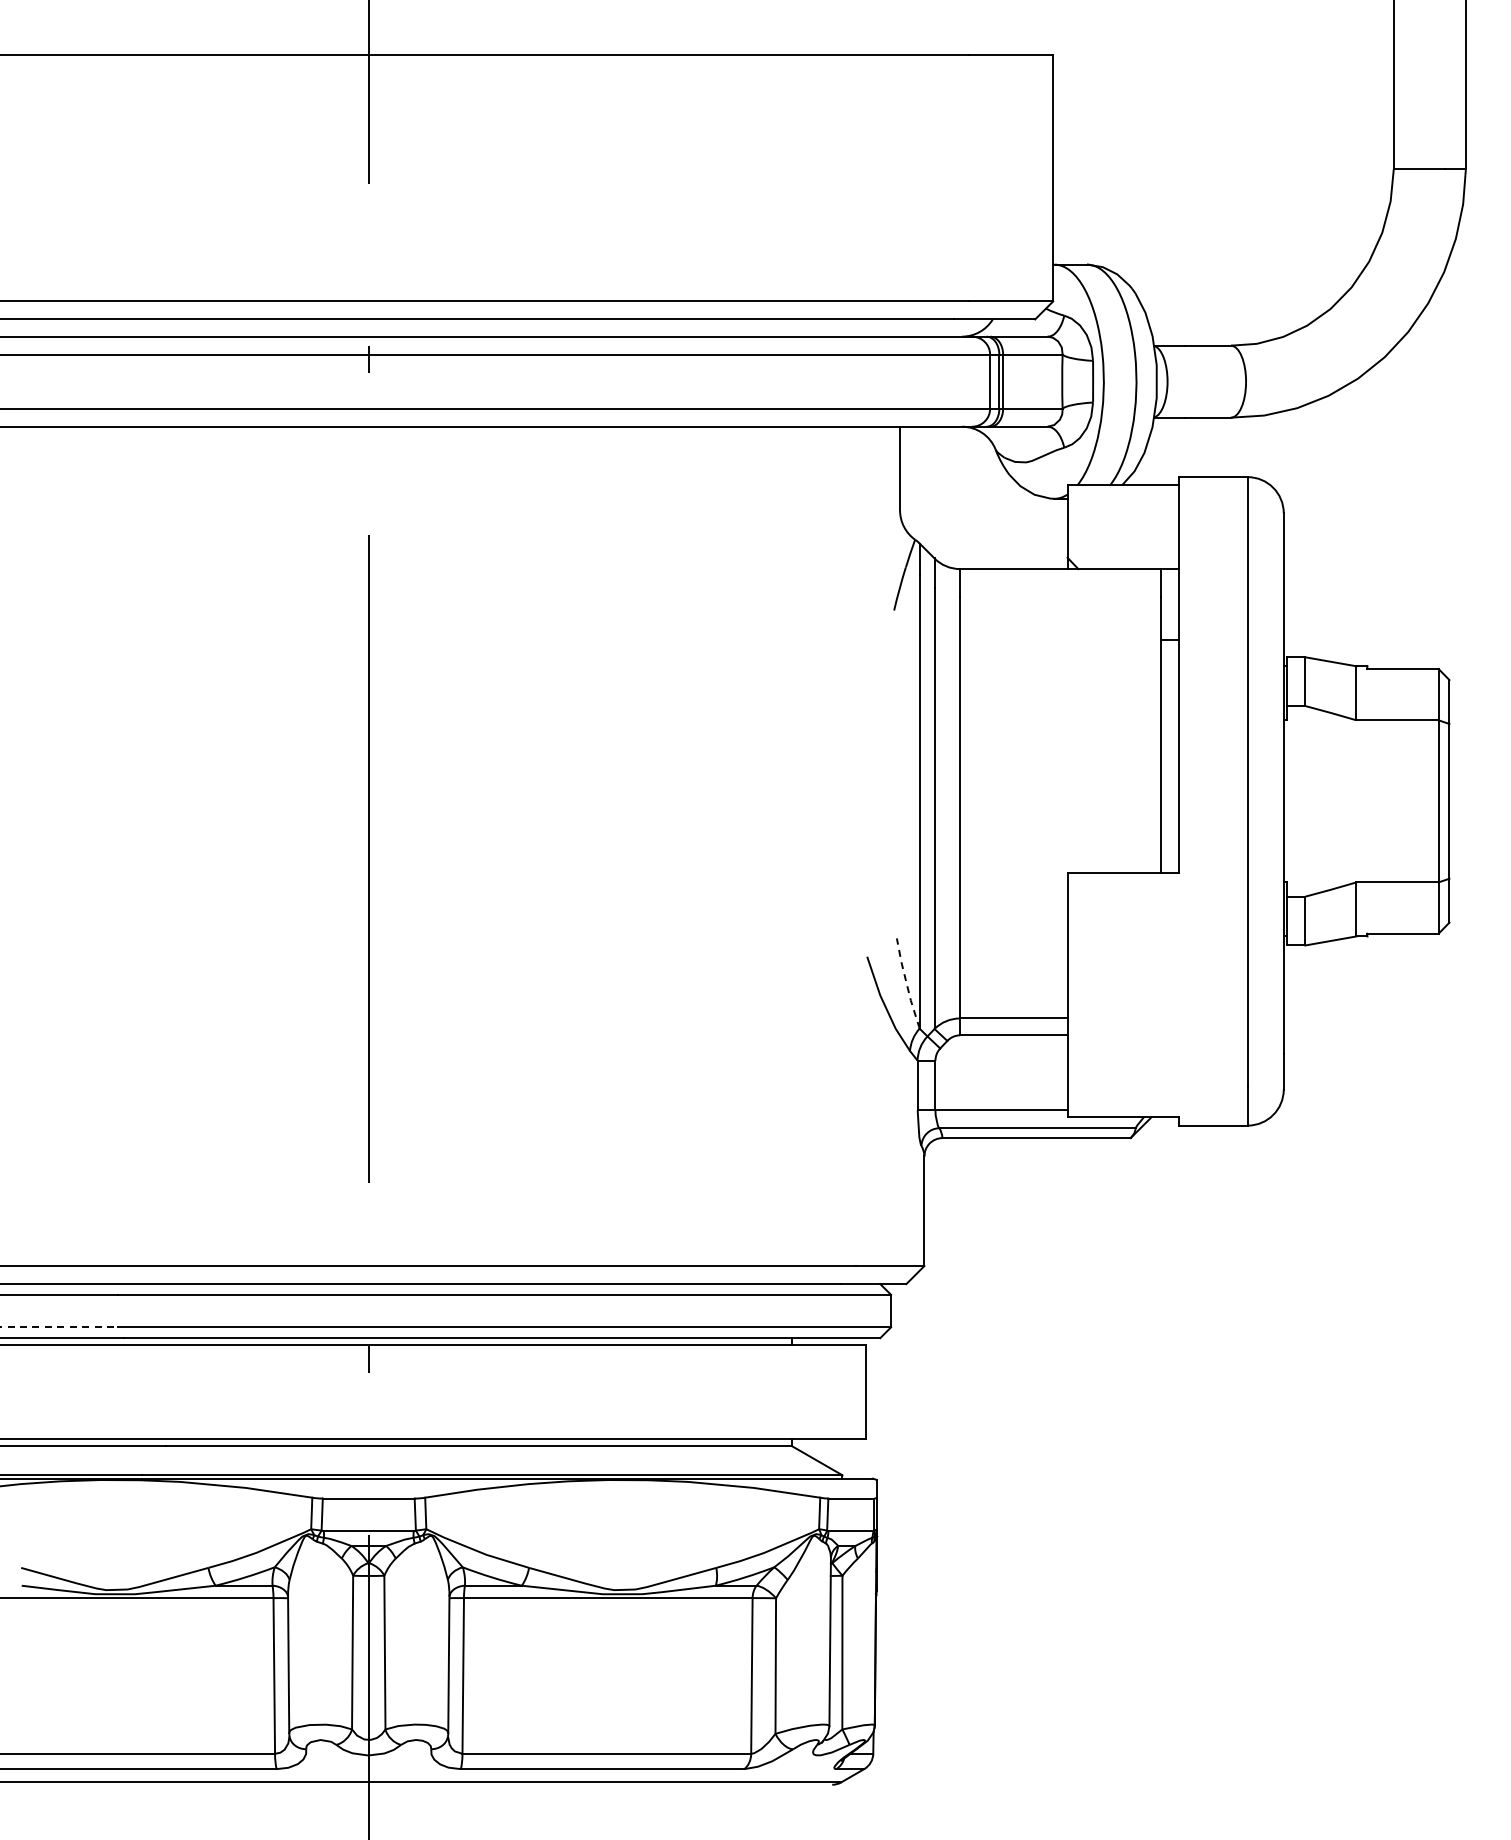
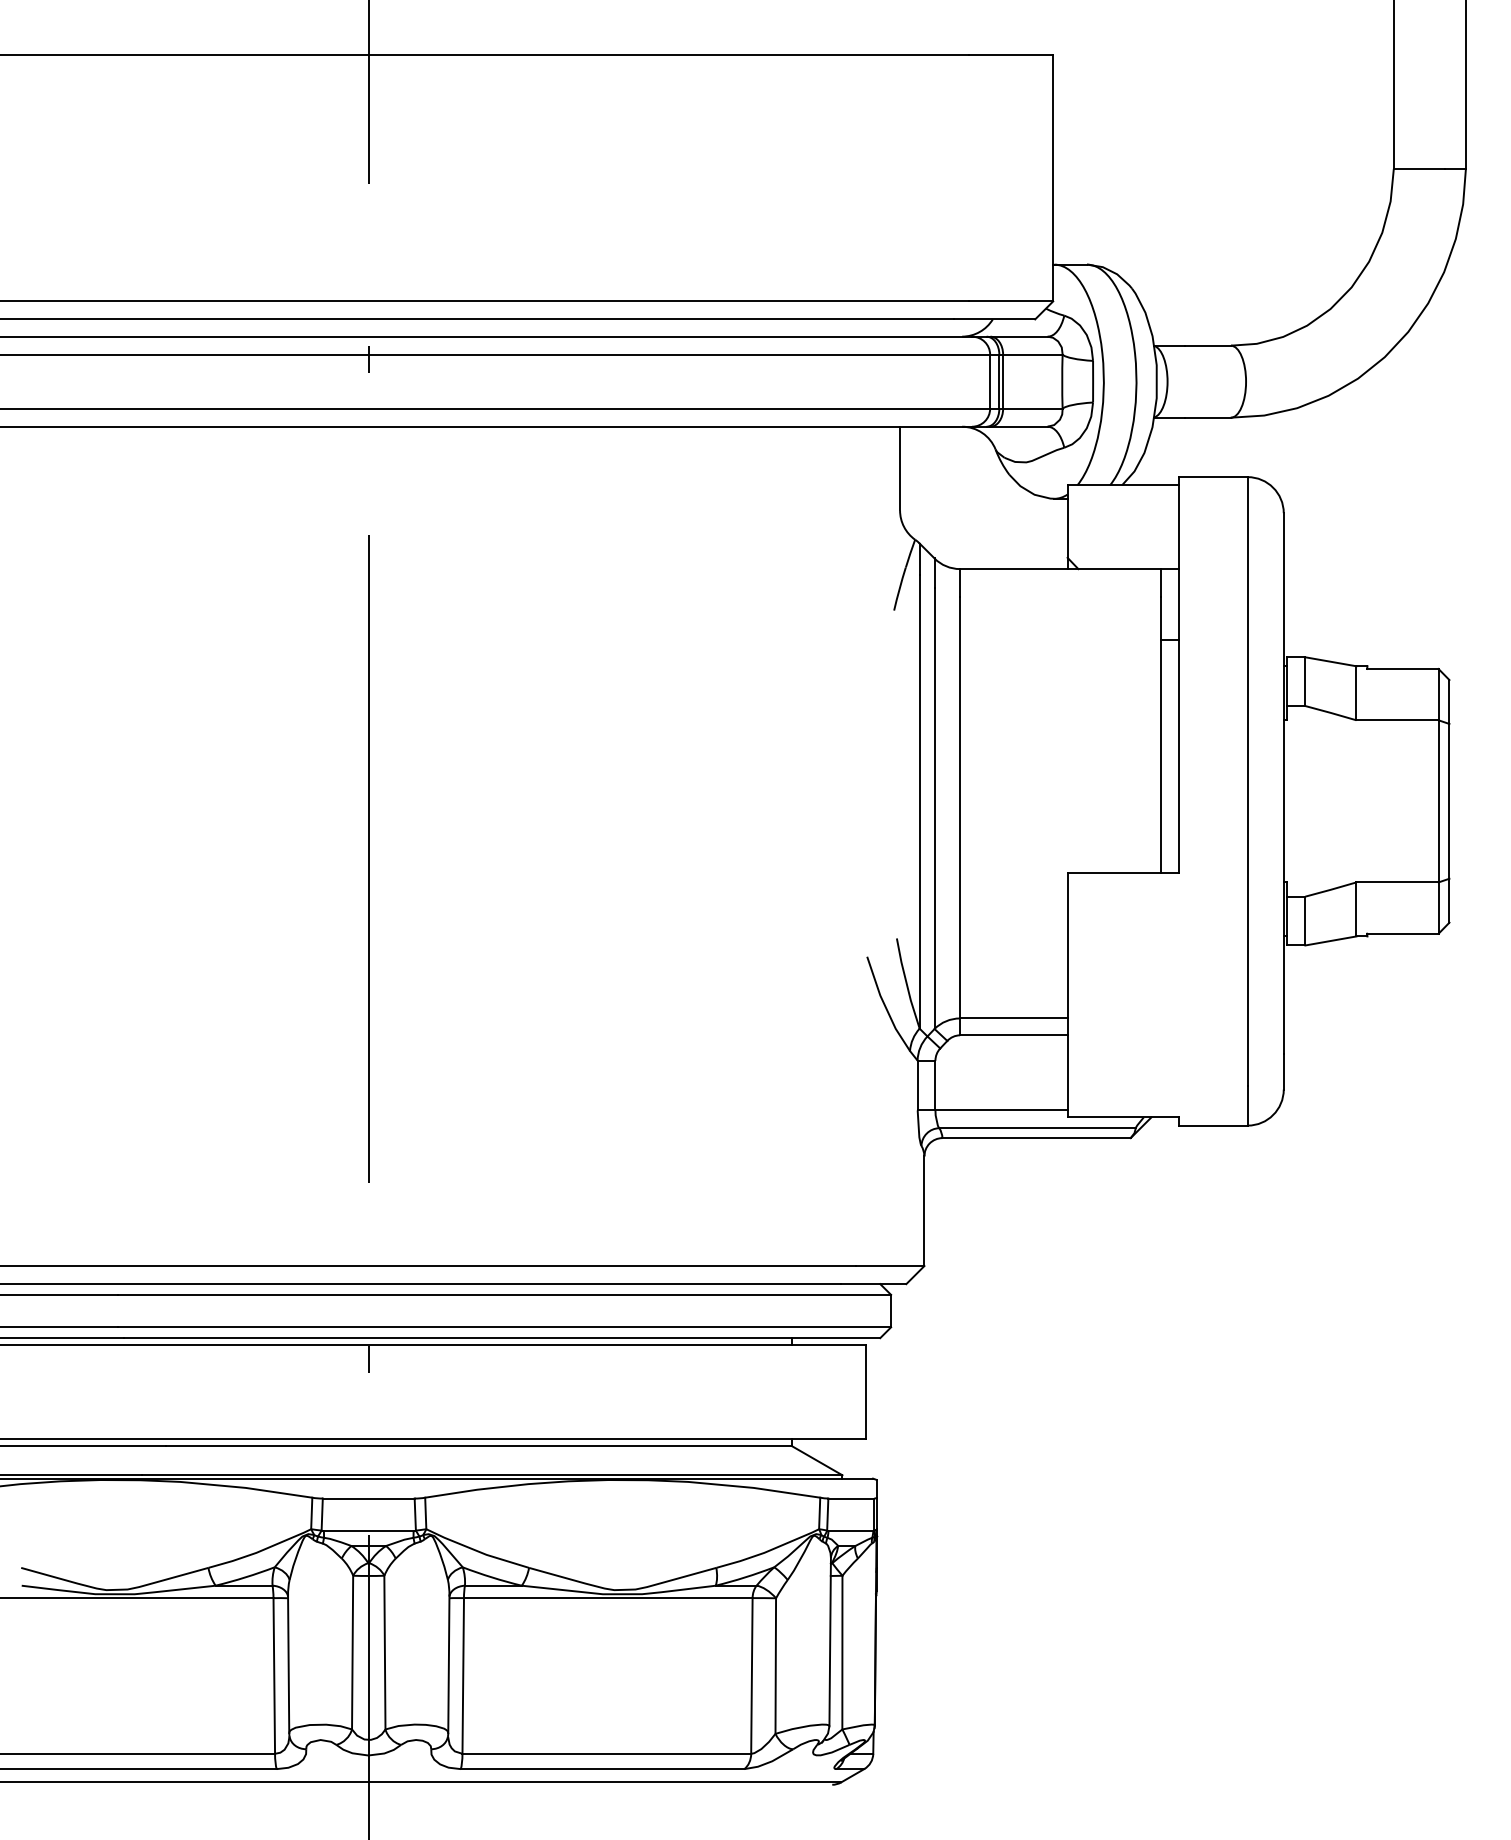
line at (906, 983): dashed -> solid
line at (59, 1327): dashed -> solid
